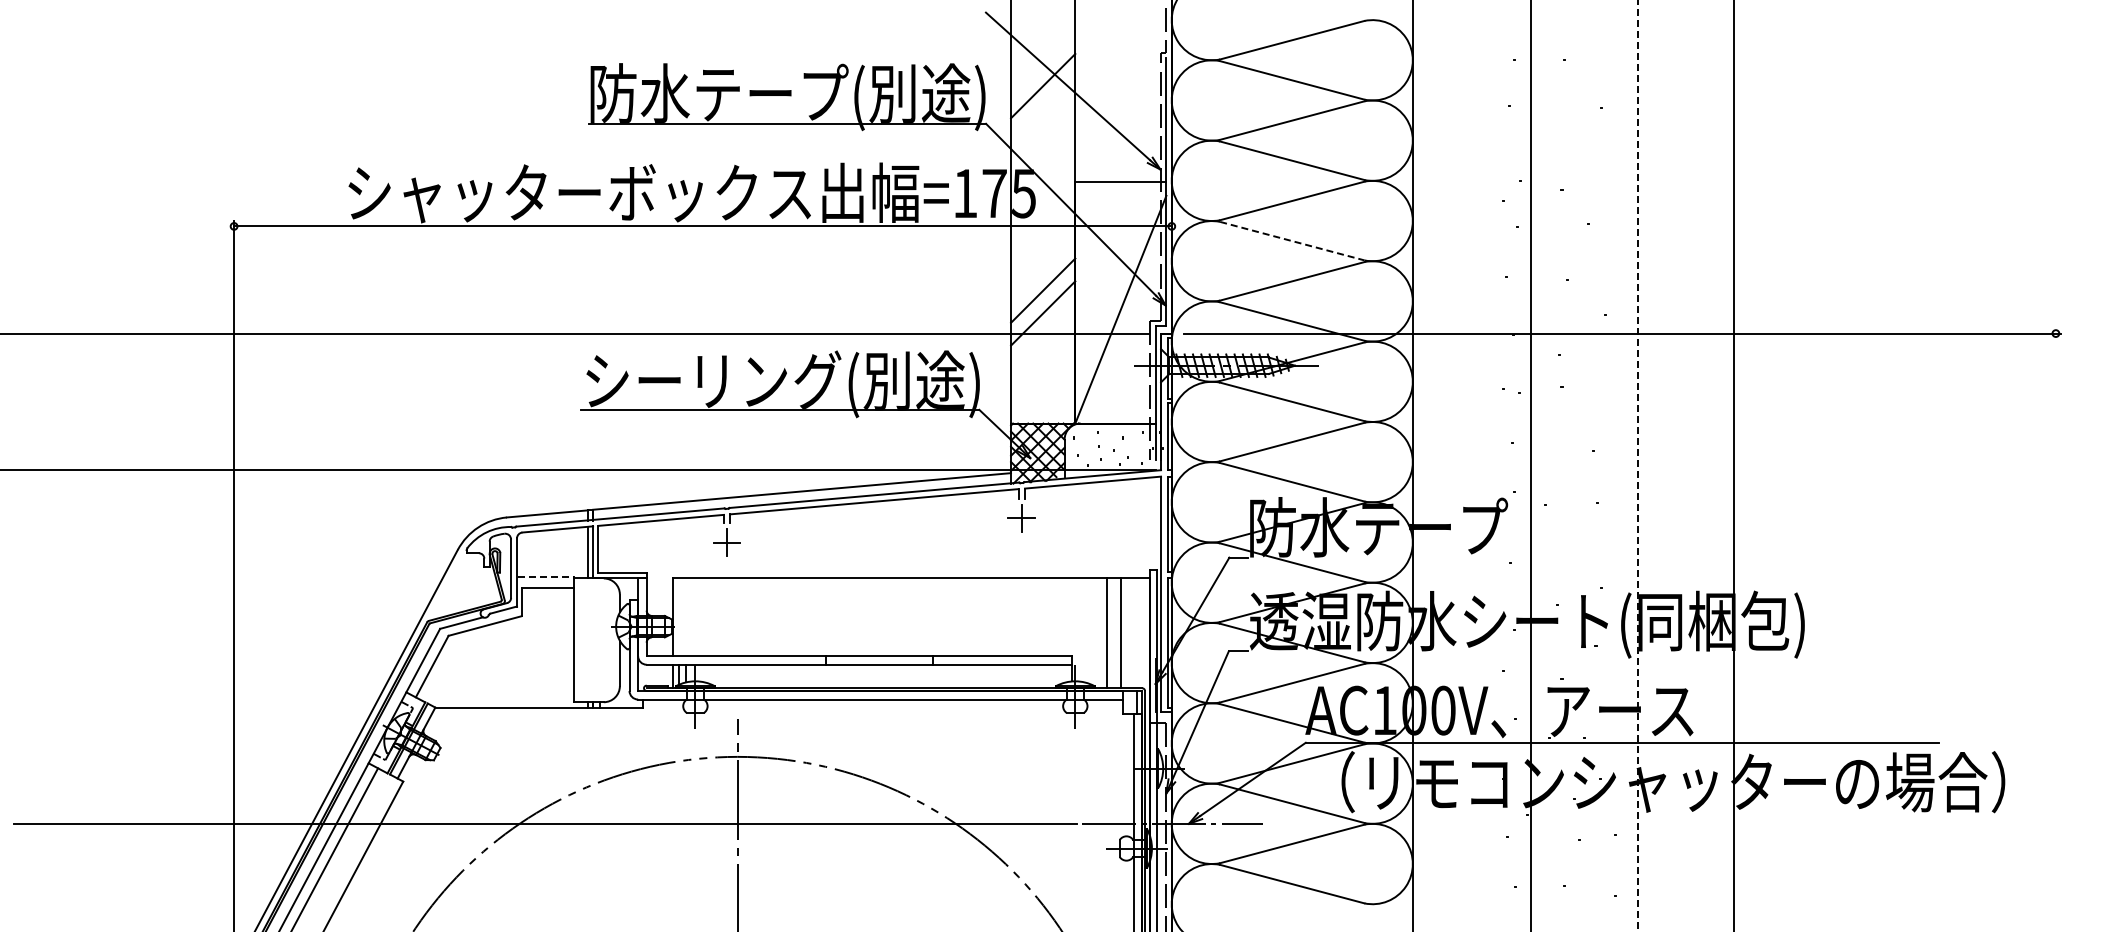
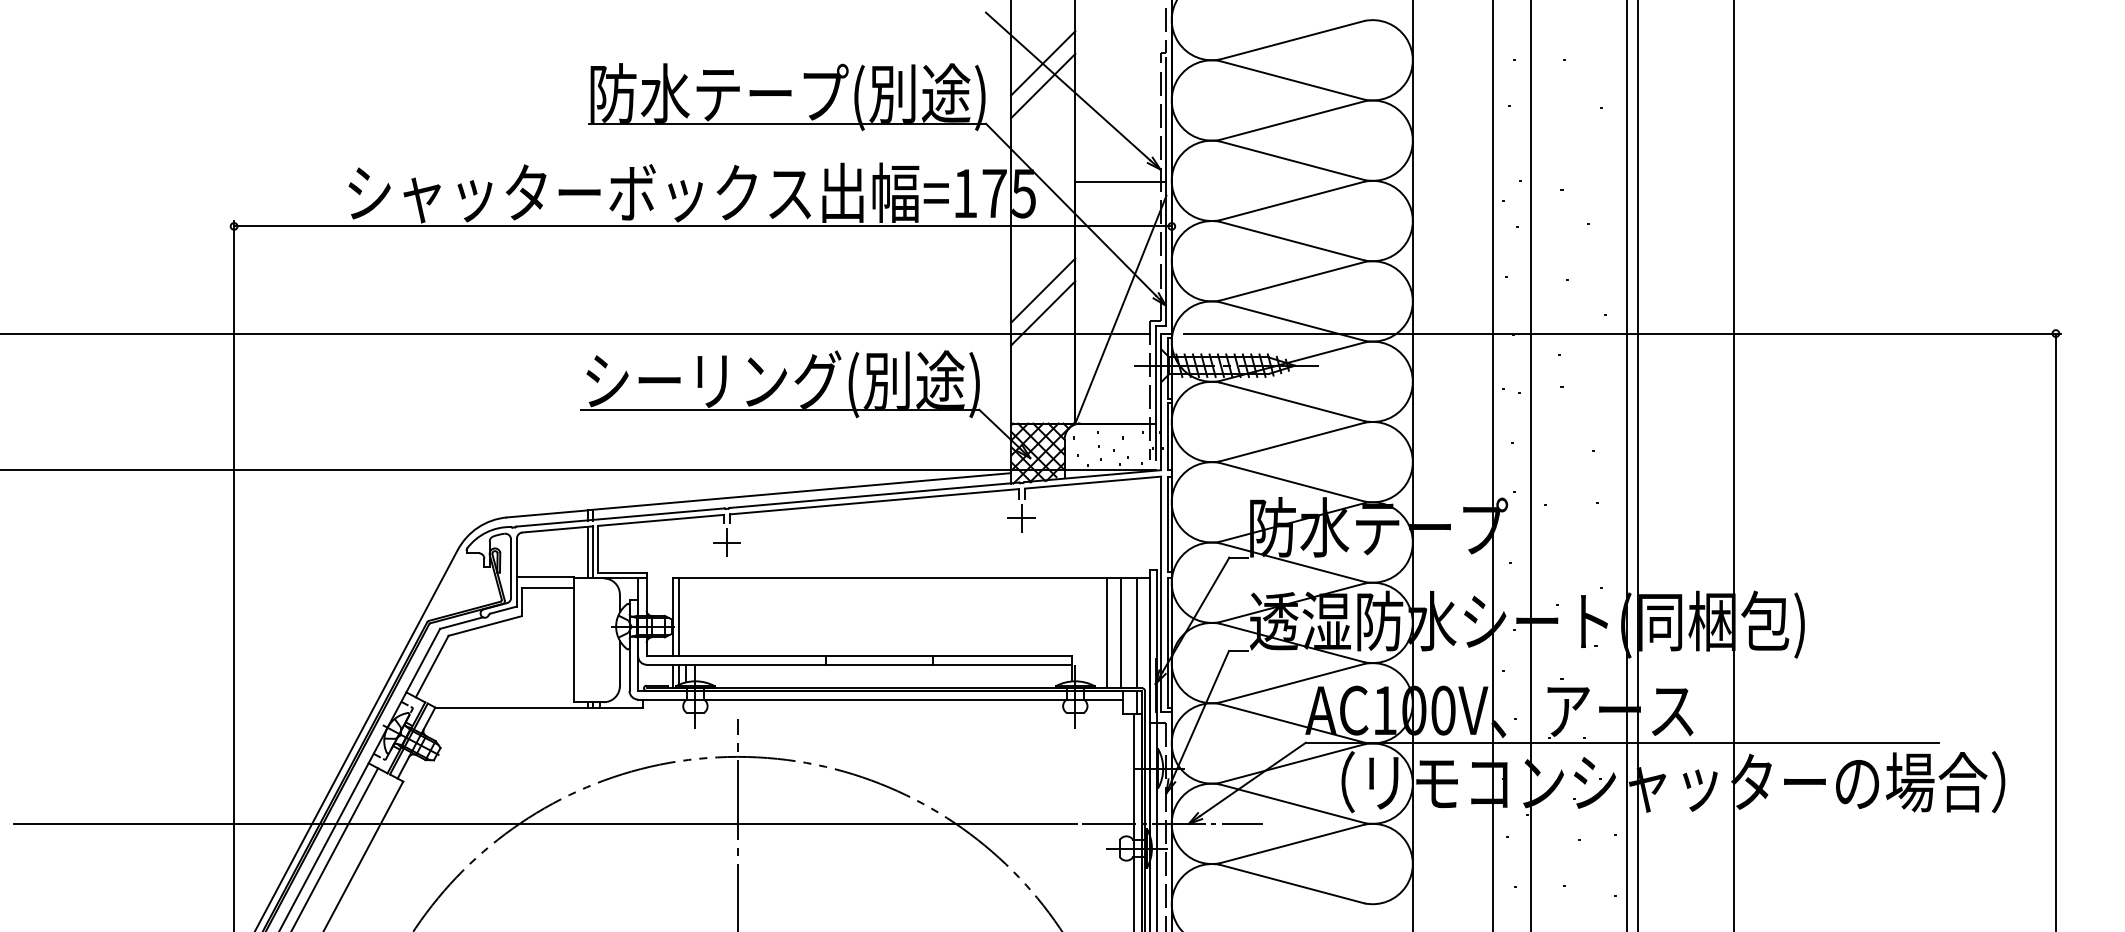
line at (1043, 63): none -> present
line at (1292, 241): dashed -> solid
line at (1493, 465): none -> present
line at (1627, 465): none -> present
line at (1637, 466): dashed -> solid
line at (546, 577): dashed -> solid
line at (679, 617): none -> present
line at (2055, 630): none -> present
line at (1136, 633): none -> present
